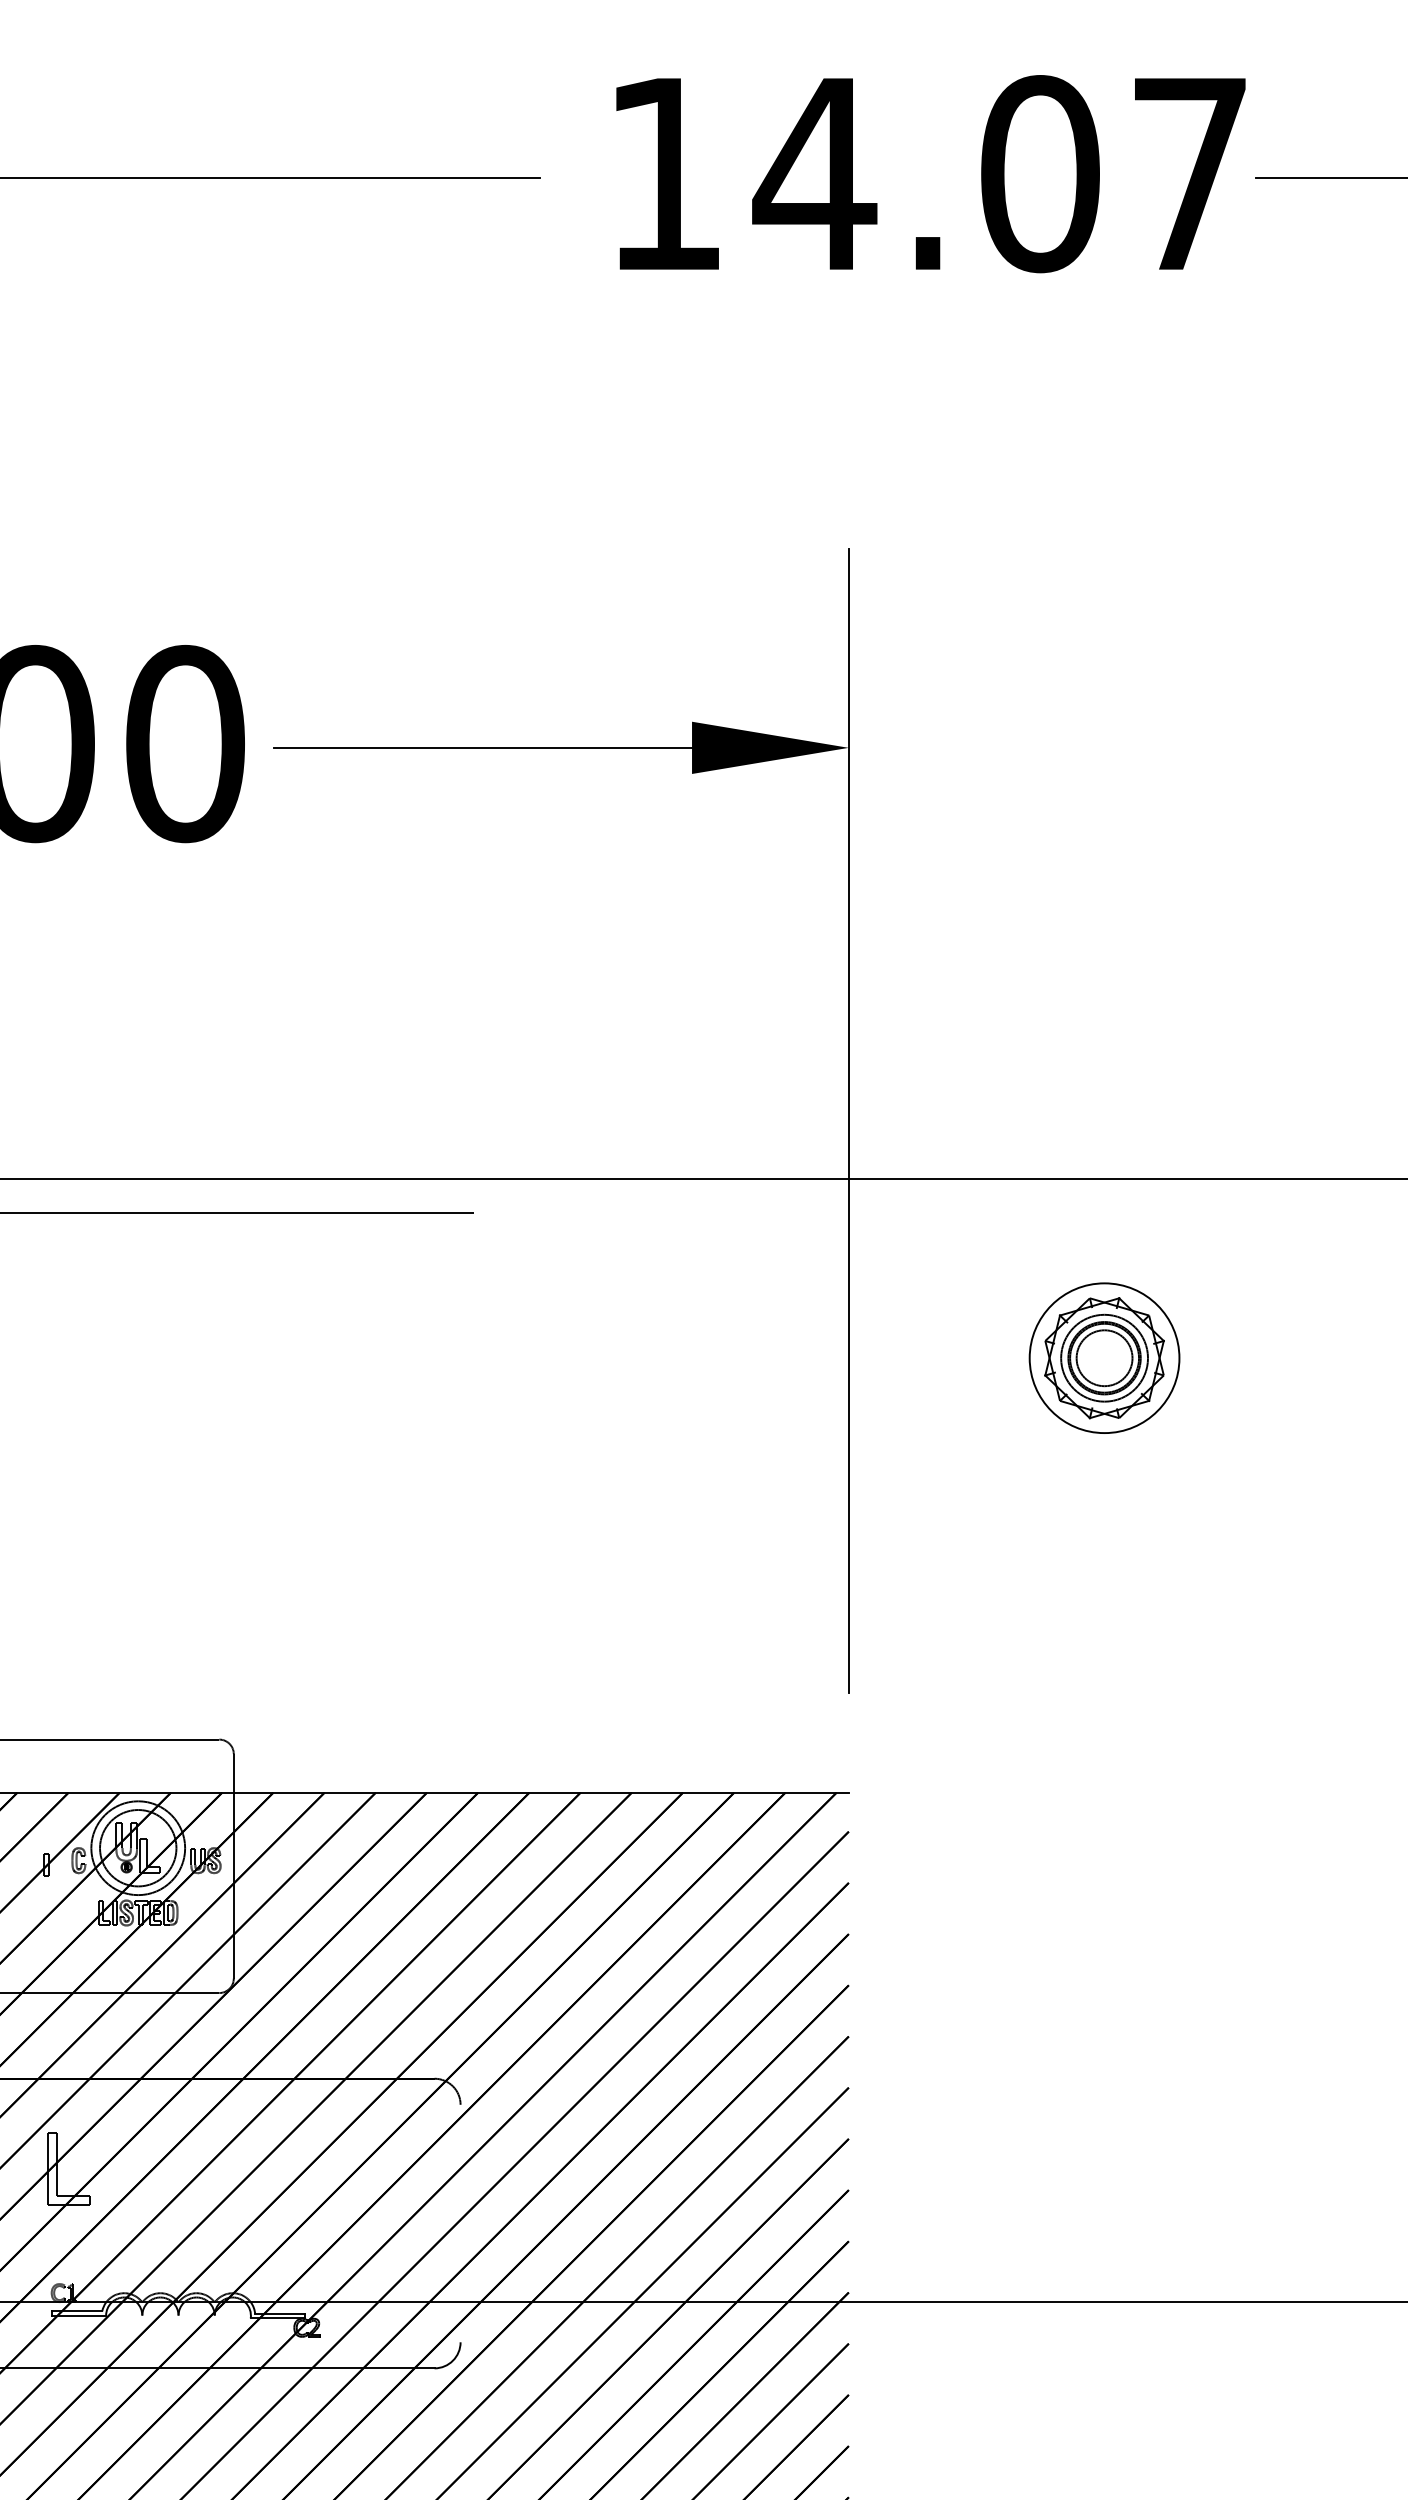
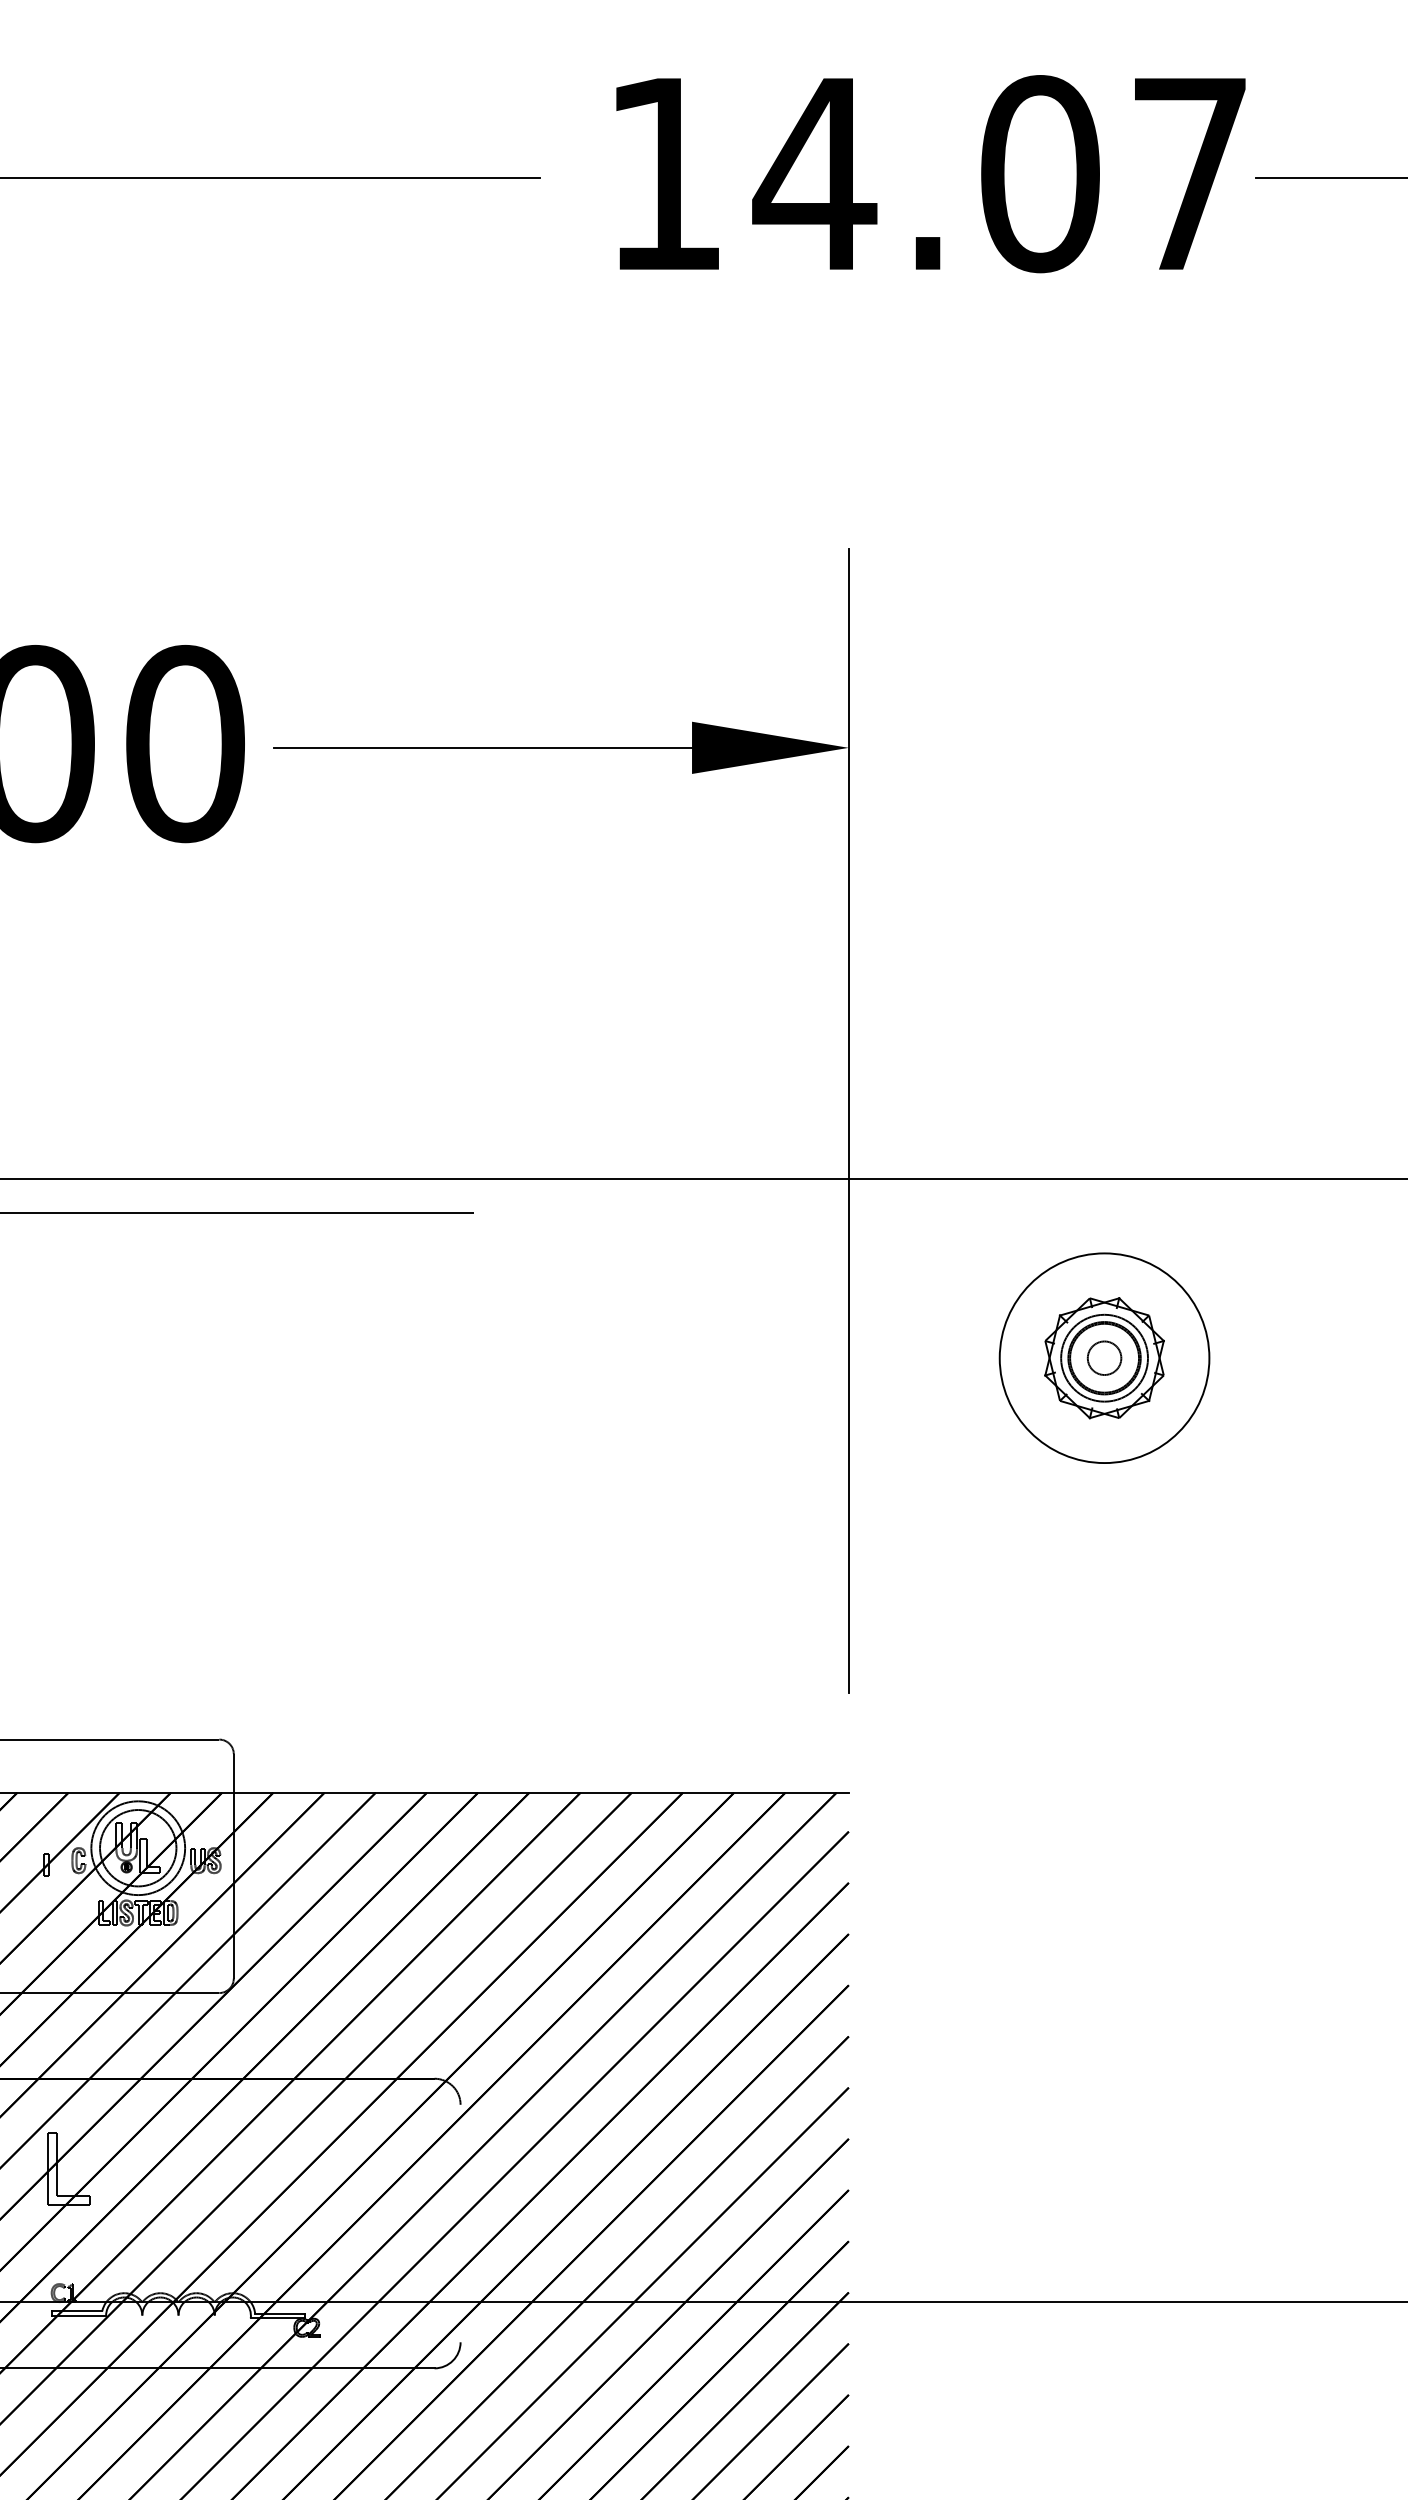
circle at (1104, 1358) diameter: 150 px -> 210 px
circle at (1104, 1358) diameter: 56 px -> 34 px
